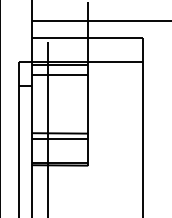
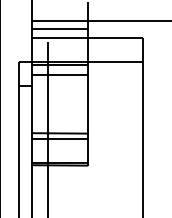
line at (59, 29): none -> present
